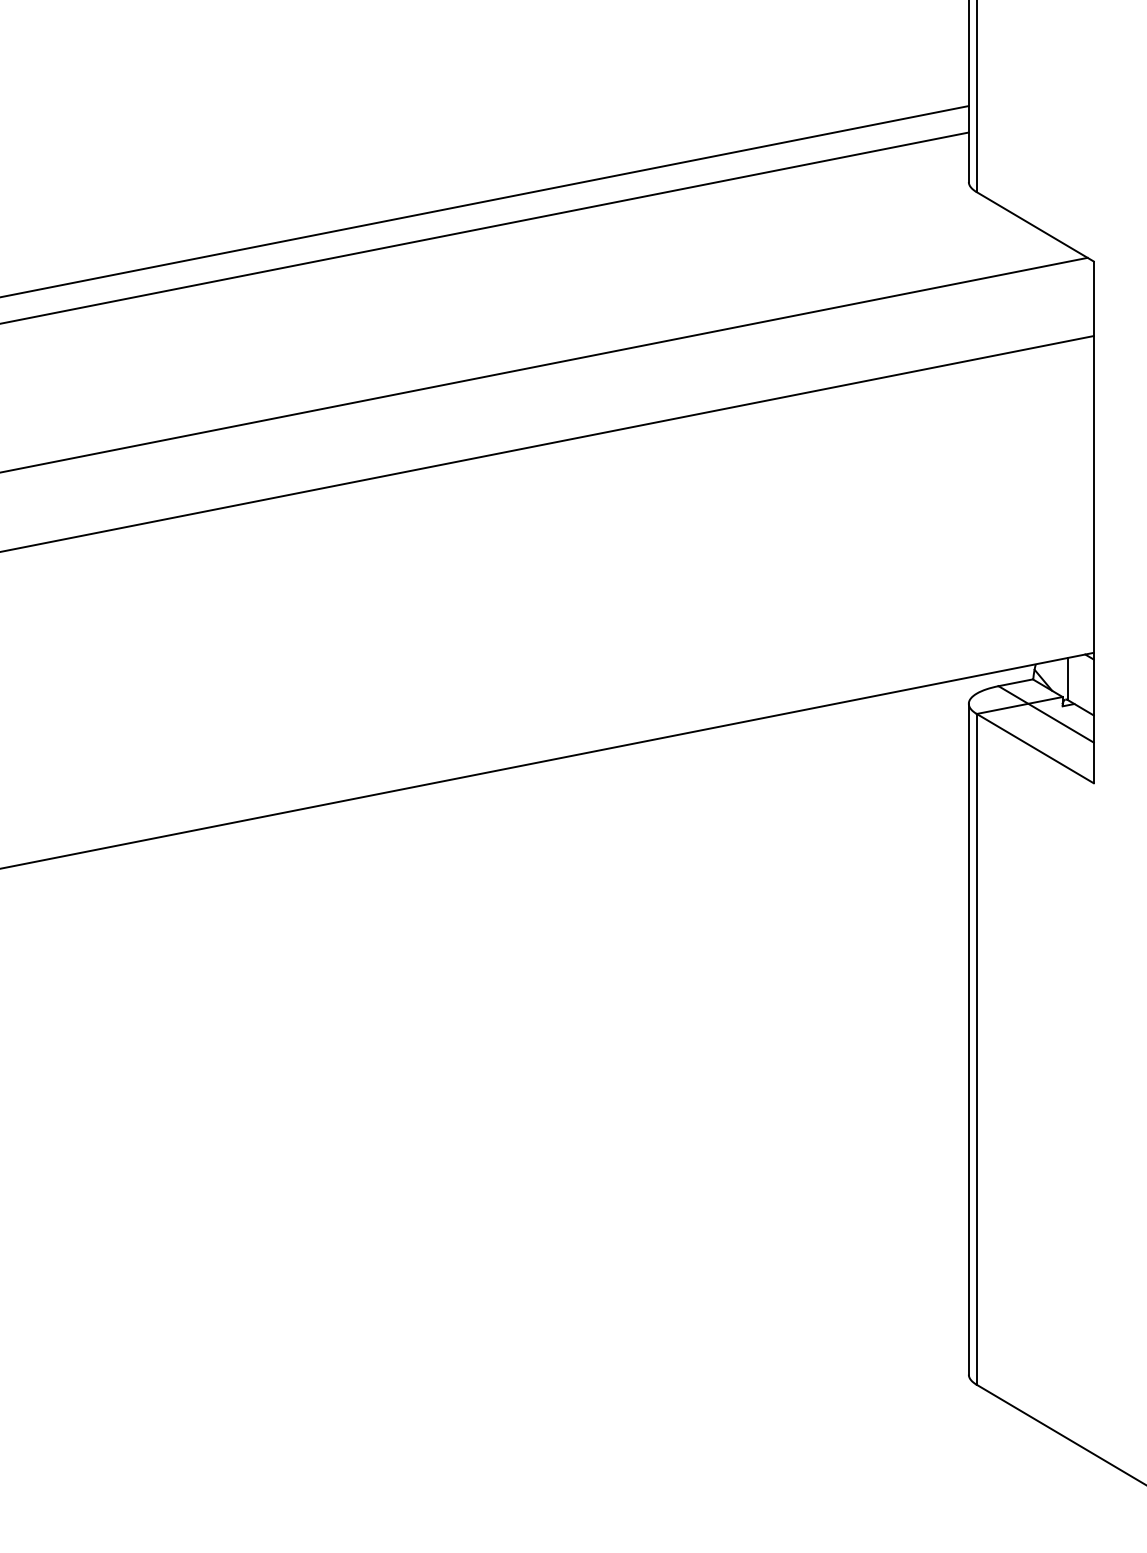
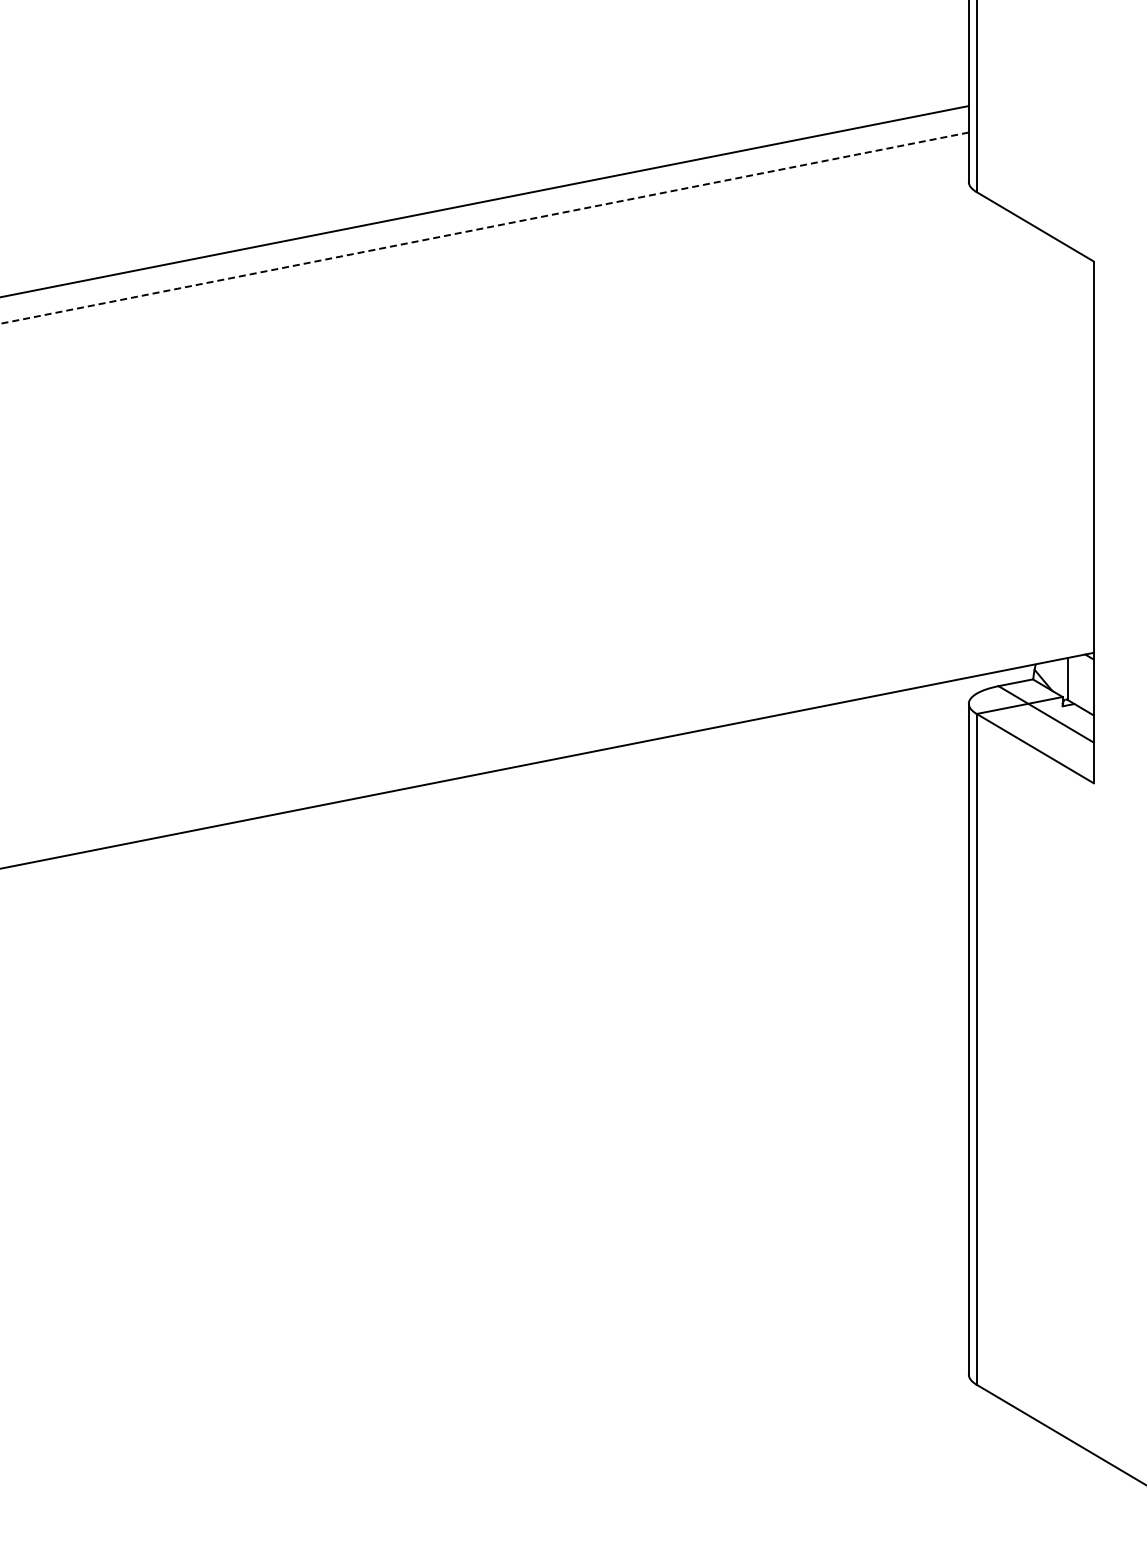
line at (484, 228): solid -> dashed
line at (544, 364): present -> none
line at (547, 443): present -> none
